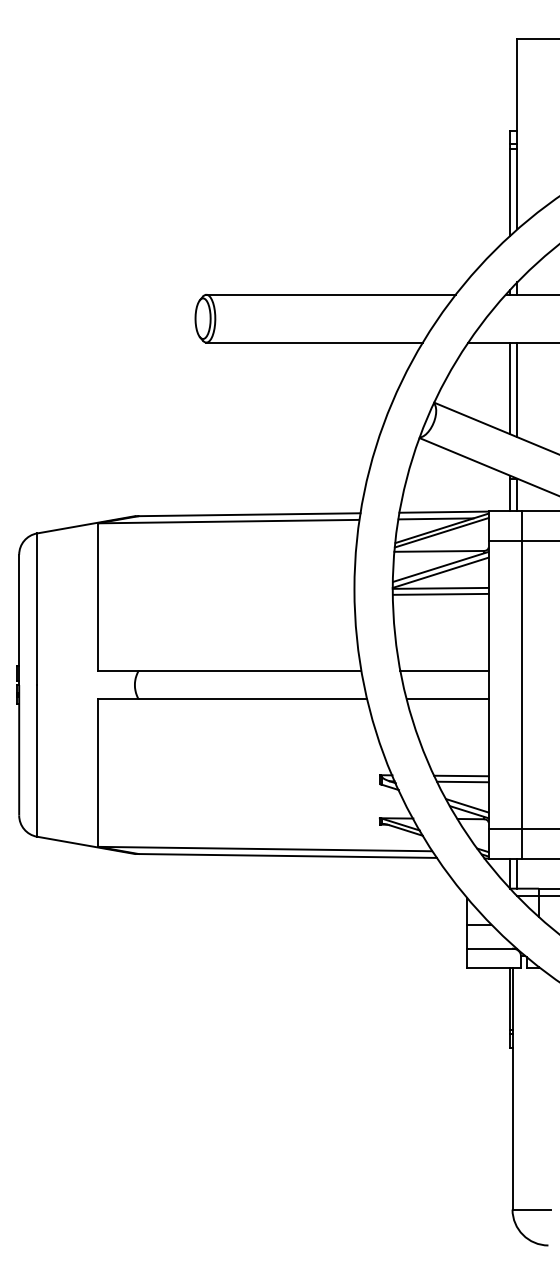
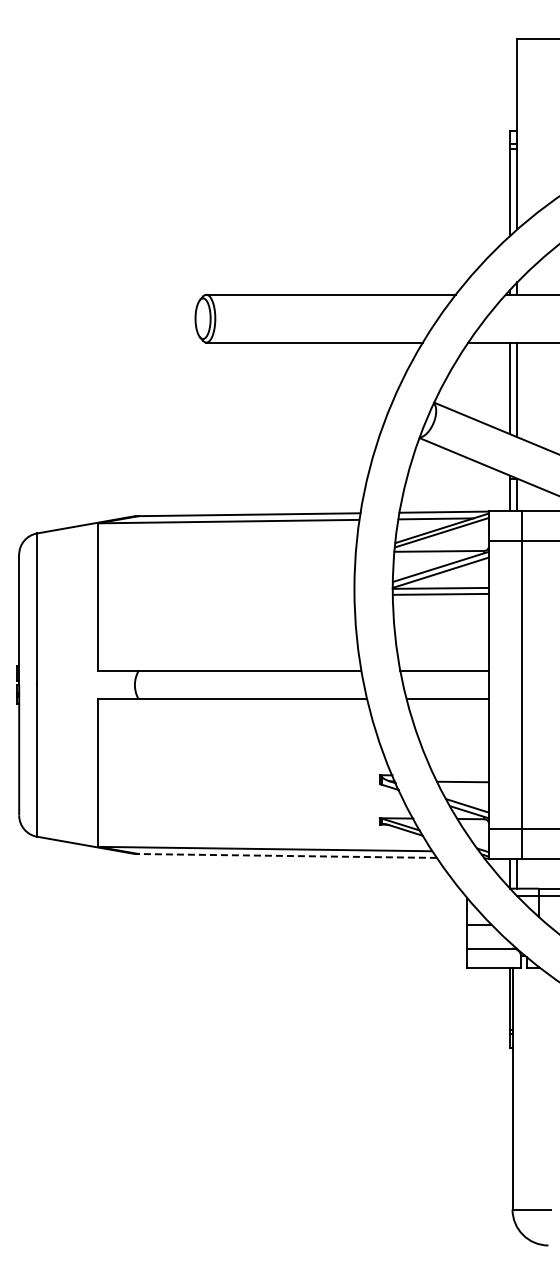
line at (461, 775): present -> none
line at (287, 855): solid -> dashed
